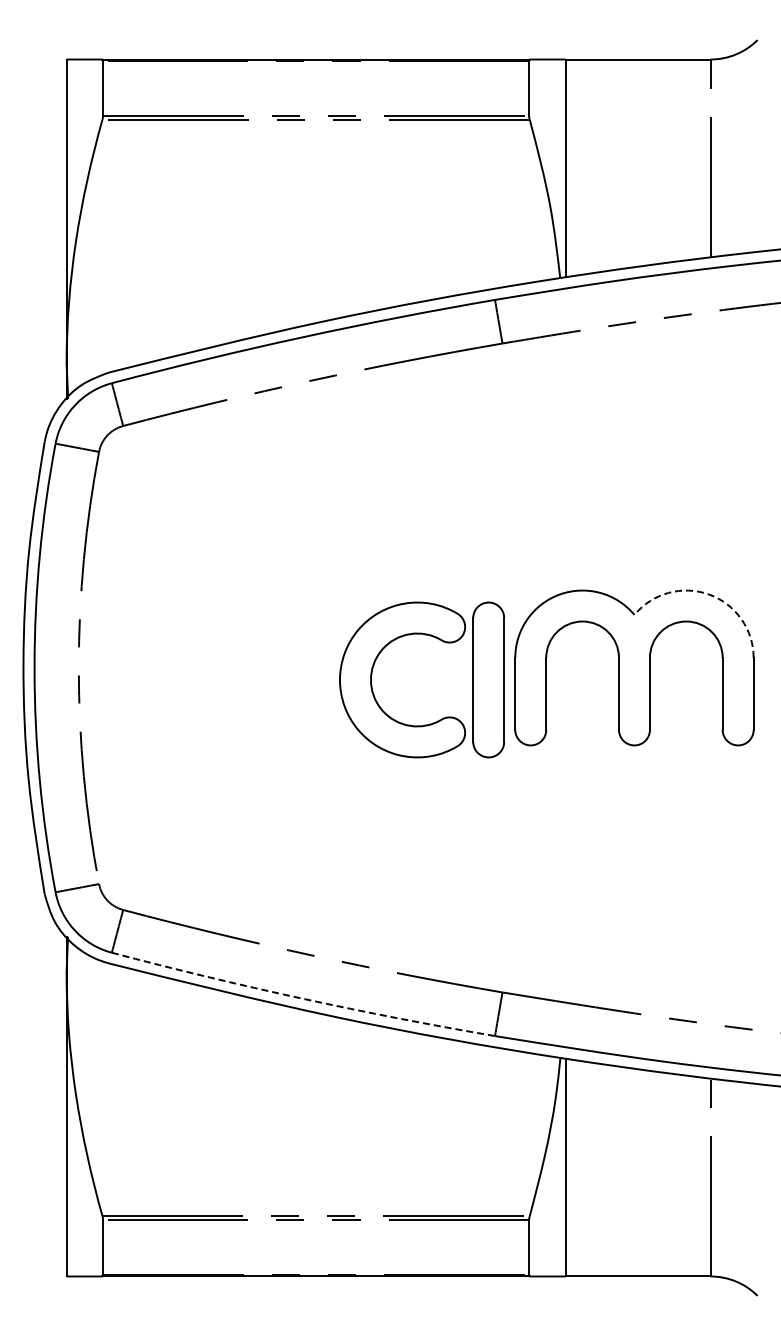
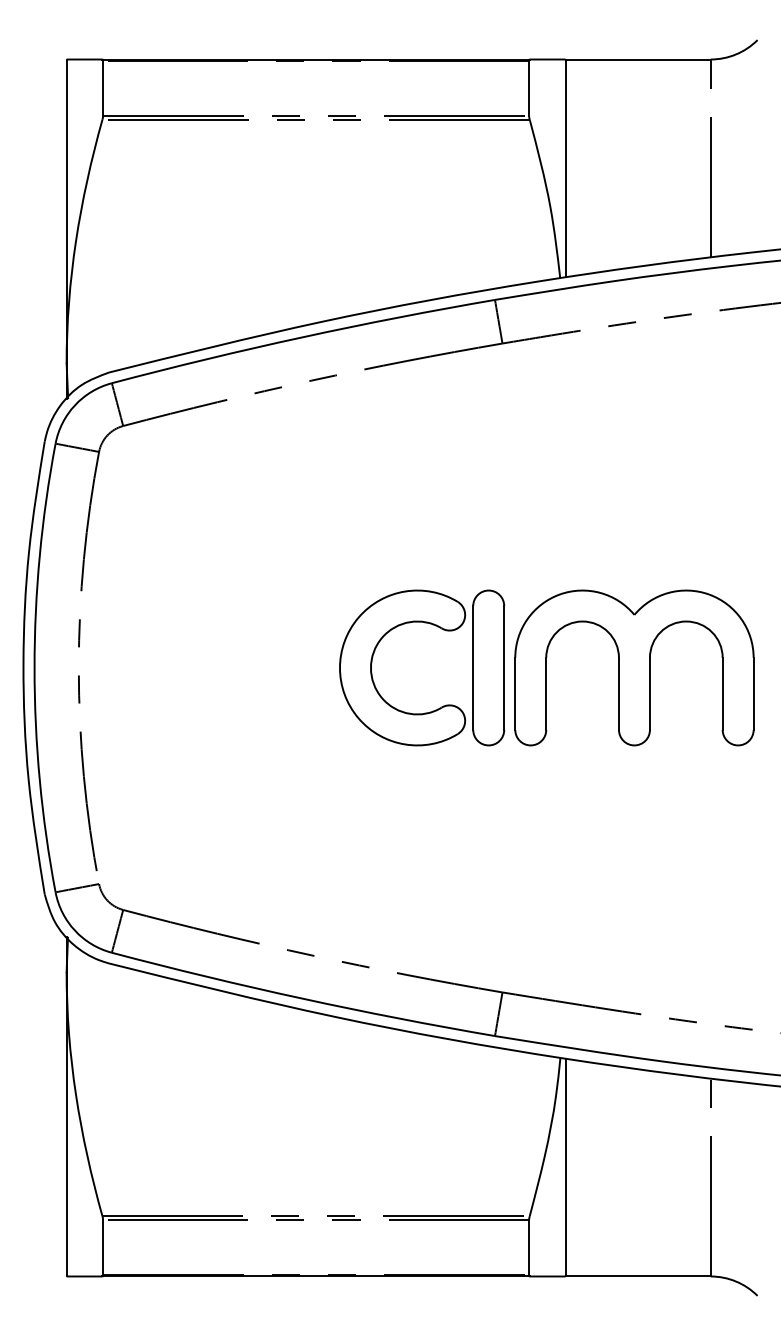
arc at (709, 594): dashed -> solid
part at (441, 641) position: (441, 641) -> (441, 629)
arc at (302, 998): dashed -> solid
